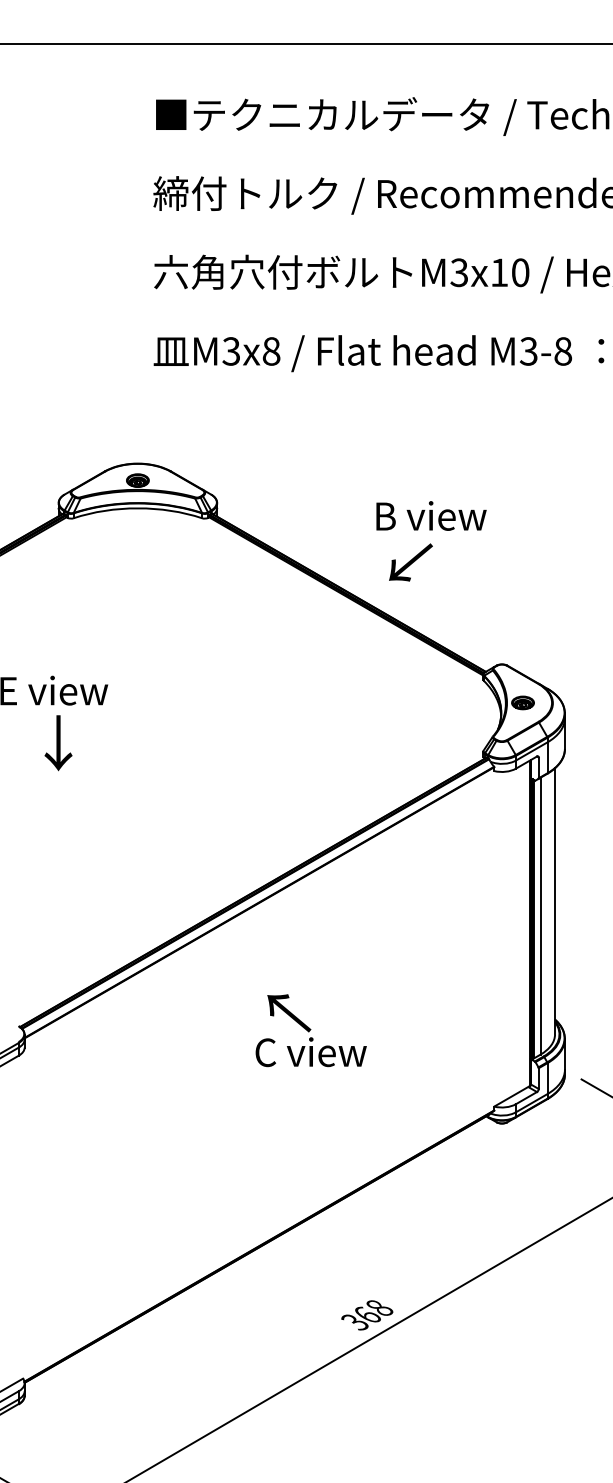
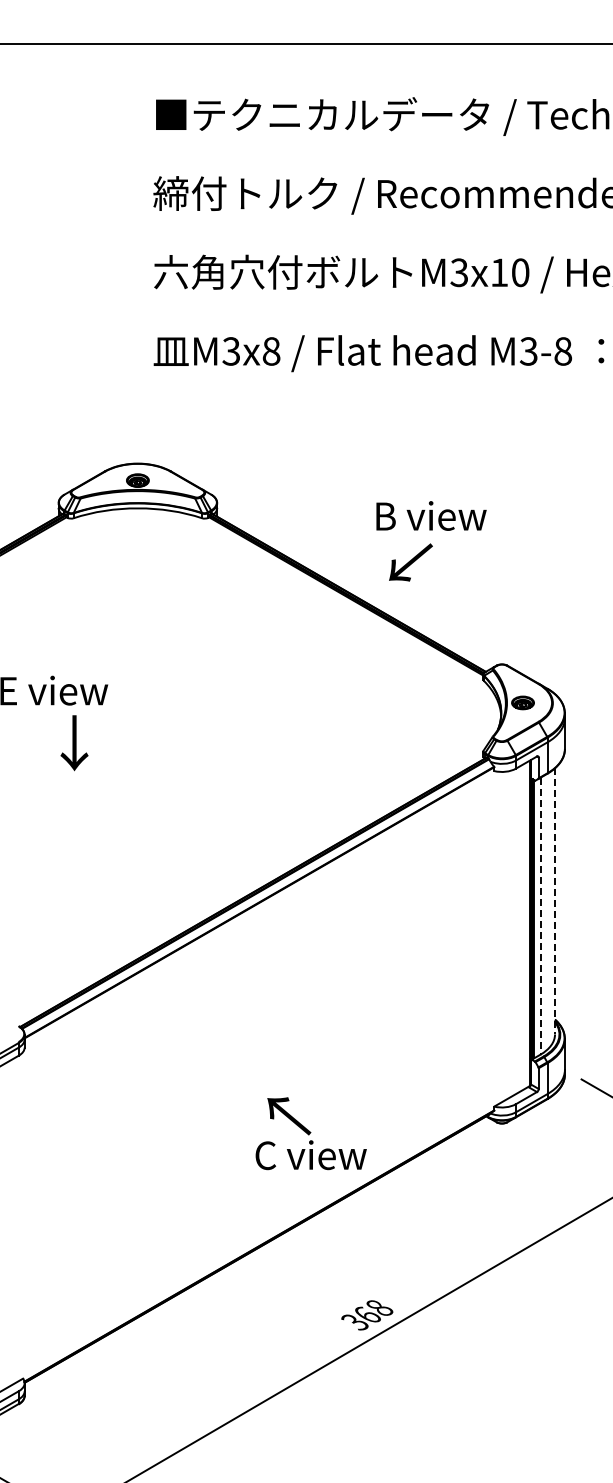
text at (58, 743) position: (58, 743) -> (74, 743)
line at (555, 901): solid -> dashed
line at (540, 916): solid -> dashed
text at (310, 1030) position: (310, 1030) -> (310, 1133)
